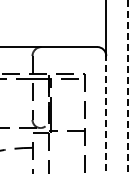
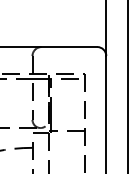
line at (127, 86): dashed -> solid
line at (106, 114): dashed -> solid
